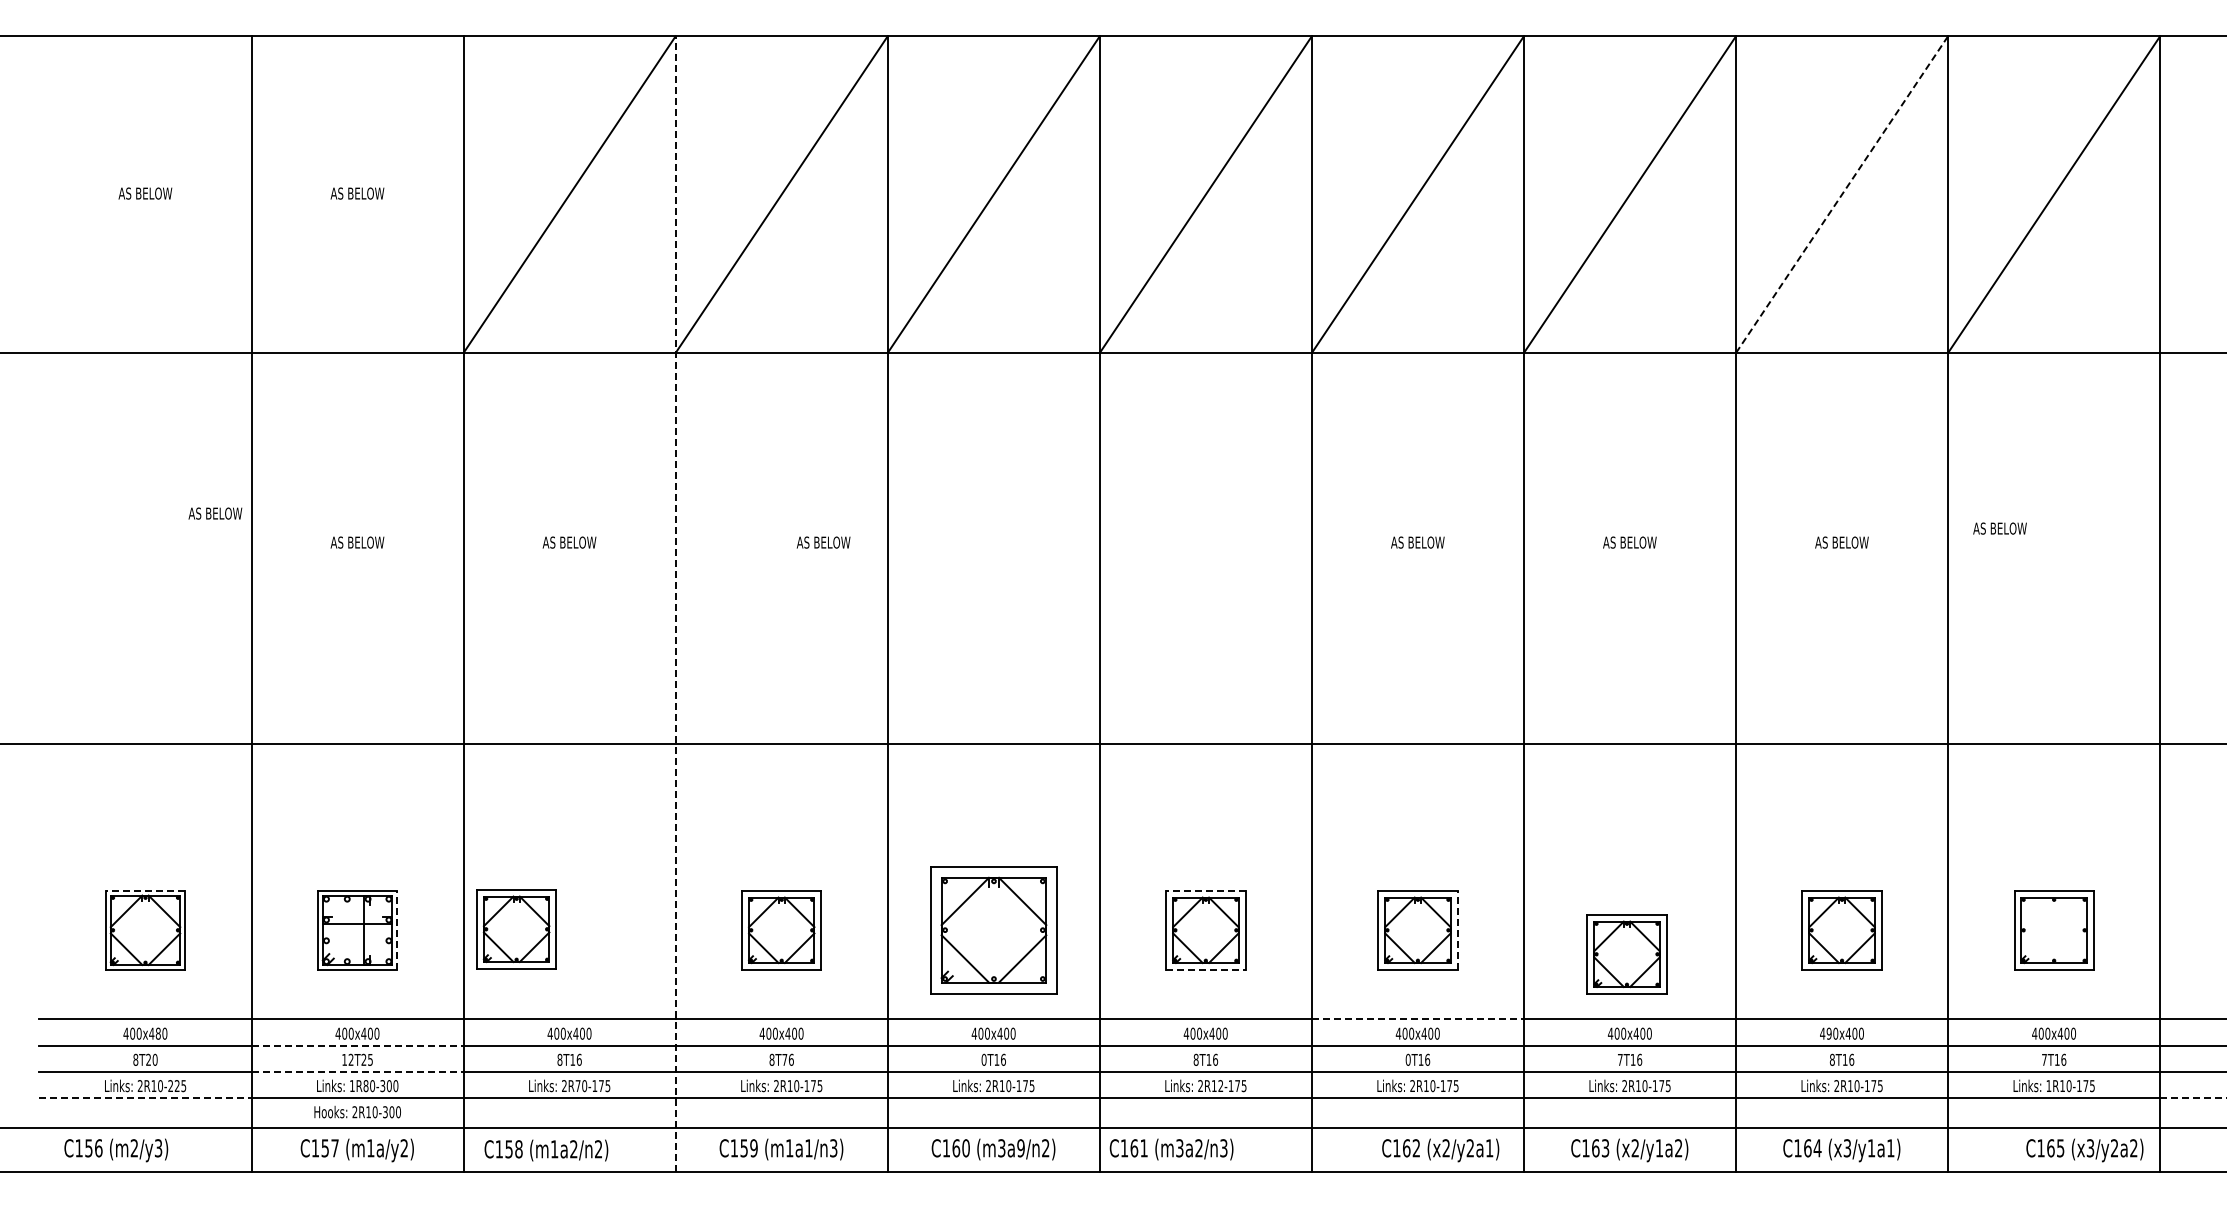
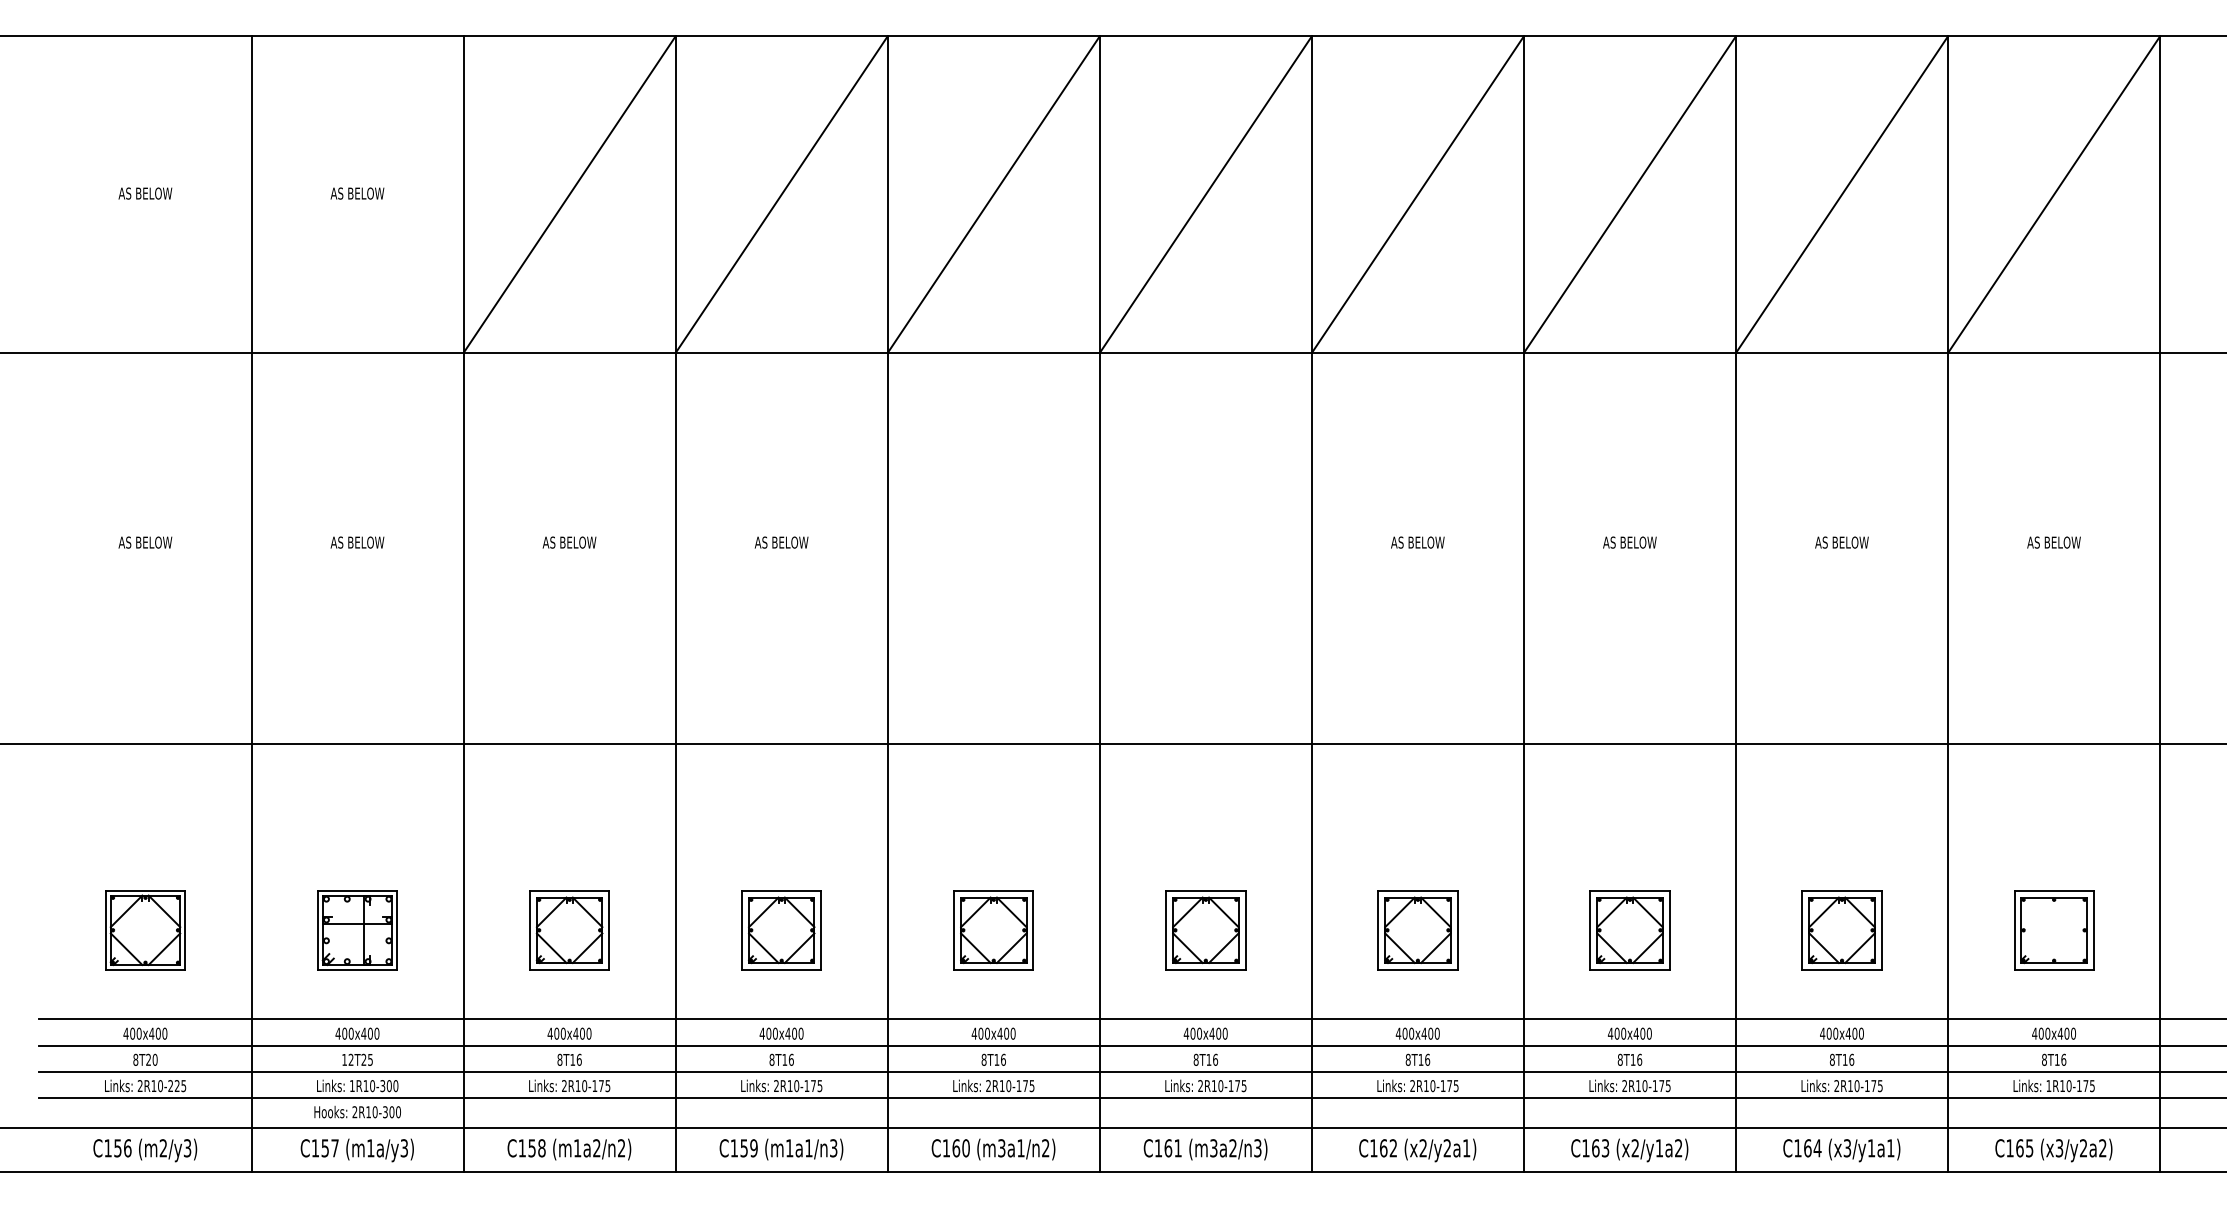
line at (1842, 194): dashed -> solid
text at (215, 513) position: (215, 513) -> (145, 542)
text at (1999, 528) position: (1999, 528) -> (2053, 542)
text at (823, 542) position: (823, 542) -> (781, 542)
line at (675, 603): dashed -> solid
line at (145, 890): dashed -> solid
line at (1205, 890): dashed -> solid
part at (516, 929) position: (516, 929) -> (569, 930)
line at (397, 930): dashed -> solid
part at (993, 930) size: 128x129 px -> 81x81 px
line at (1457, 930): dashed -> solid
part at (1626, 954) position: (1626, 954) -> (1629, 930)
line at (1205, 969): dashed -> solid
line at (1418, 1019): dashed -> solid
text at (157, 1033): 400x480 -> 400x400
text at (1828, 1033): 490x400 -> 400x400
line at (358, 1045): dashed -> solid
text at (784, 1059): 8T76 -> 8T16
text at (983, 1059): 0T16 -> 8T16
text at (1407, 1059): 0T16 -> 8T16
text at (1619, 1059): 7T16 -> 8T16
text at (2044, 1059): 7T16 -> 8T16
line at (358, 1071): dashed -> solid
text at (577, 1085): 2R70-175 -> 2R10-175
text at (365, 1086): 1R80-300 -> 1R10-300
text at (1220, 1086): 2R12-175 -> 2R10-175
line at (146, 1097): dashed -> solid
line at (2193, 1097): dashed -> solid
text at (403, 1148): (m1a/y2) -> (m1a/y3)
text at (1020, 1148): (m3a9/n2) -> (m3a1/n2)
text at (1171, 1149) position: (1171, 1149) -> (1205, 1149)
text at (116, 1150) position: (116, 1150) -> (145, 1150)
text at (546, 1150) position: (546, 1150) -> (569, 1149)
text at (1440, 1150) position: (1440, 1150) -> (1417, 1150)
text at (2084, 1150) position: (2084, 1150) -> (2053, 1150)
